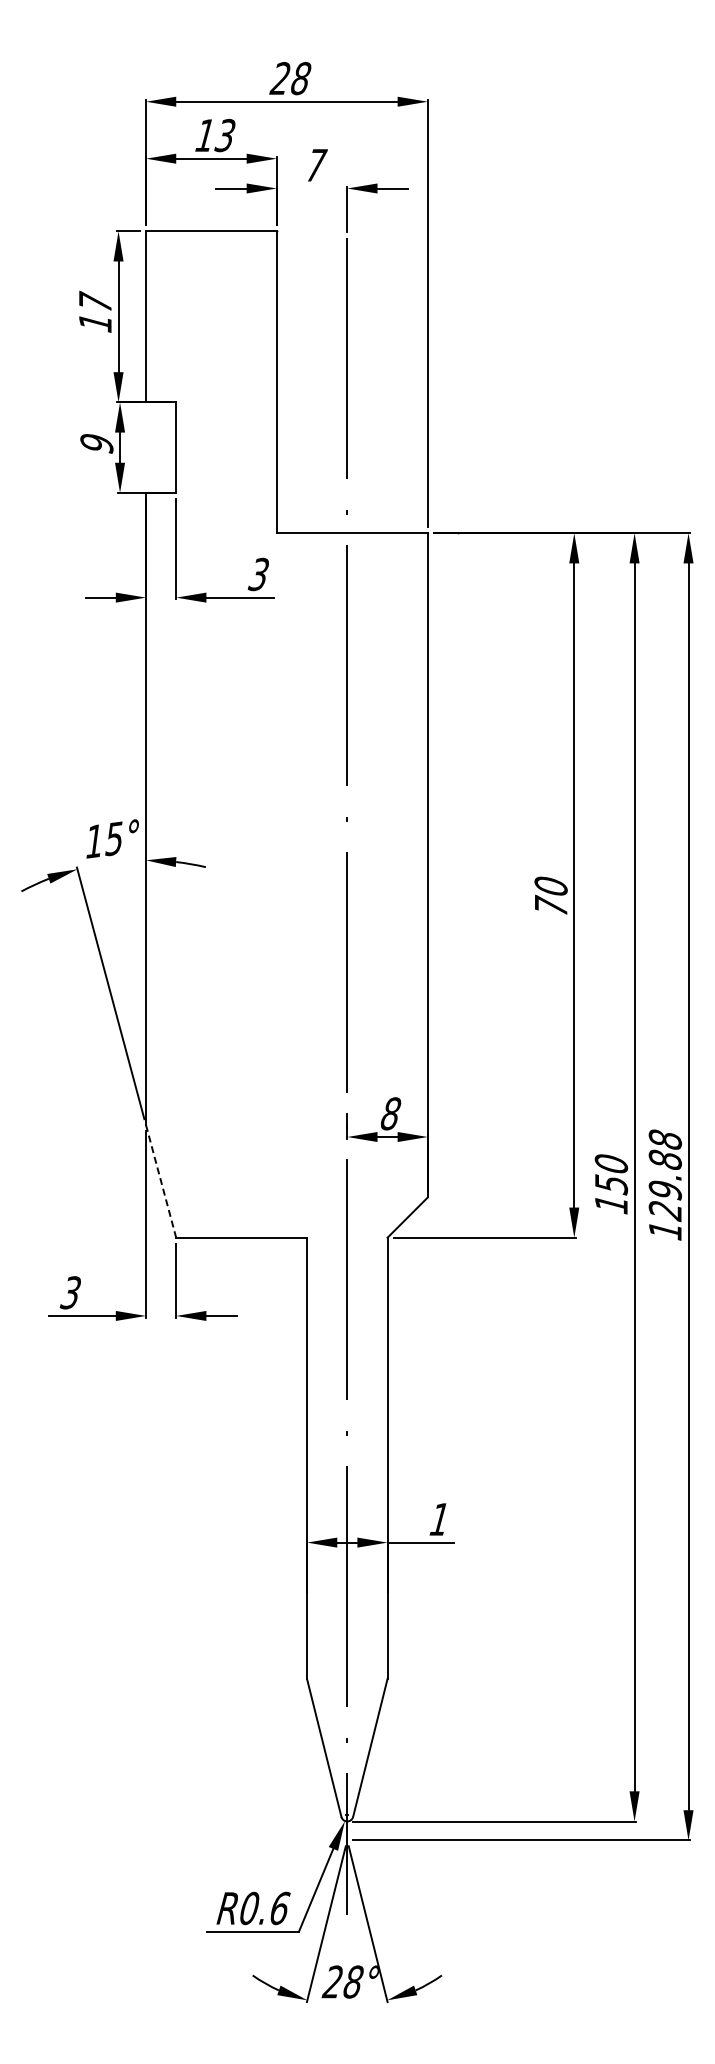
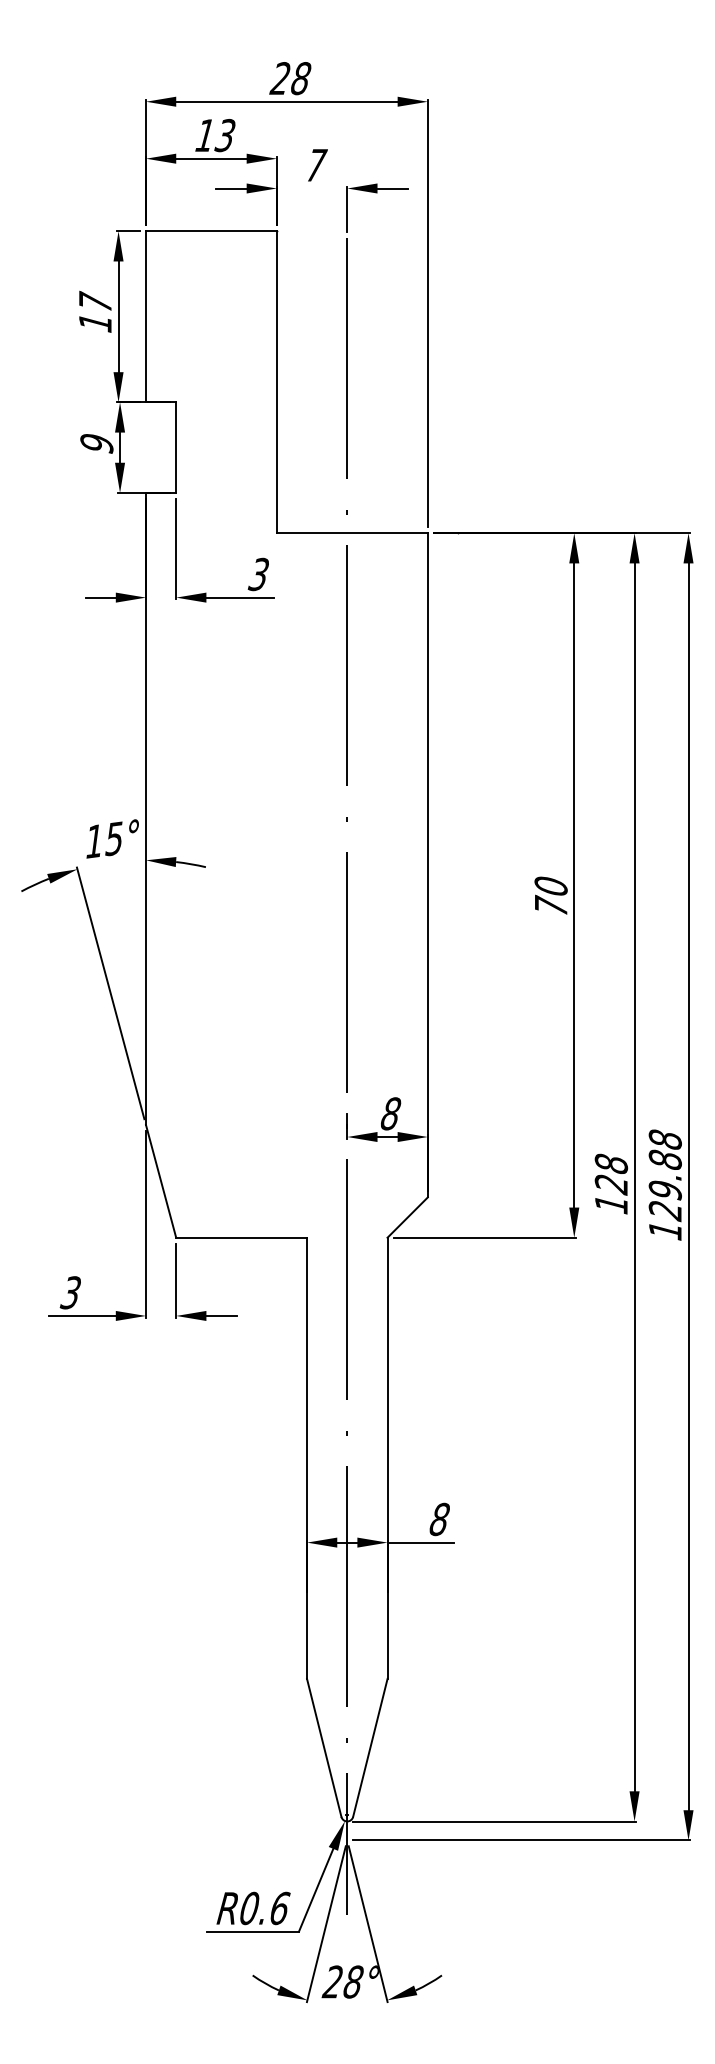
text at (611, 1174): 150 -> 128
line at (161, 1181): dashed -> solid
text at (439, 1519): 1 -> 8
